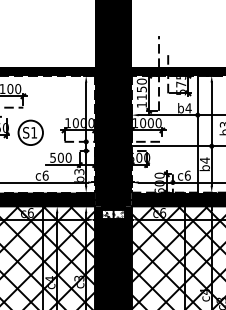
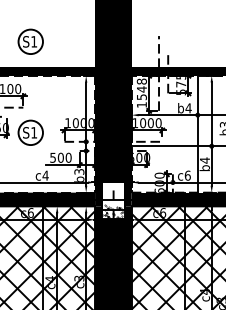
part at (30, 41): none -> present
text at (141, 89): 1150 -> 1548
text at (45, 175): c6 -> c4
fill at (113, 195): present -> none
